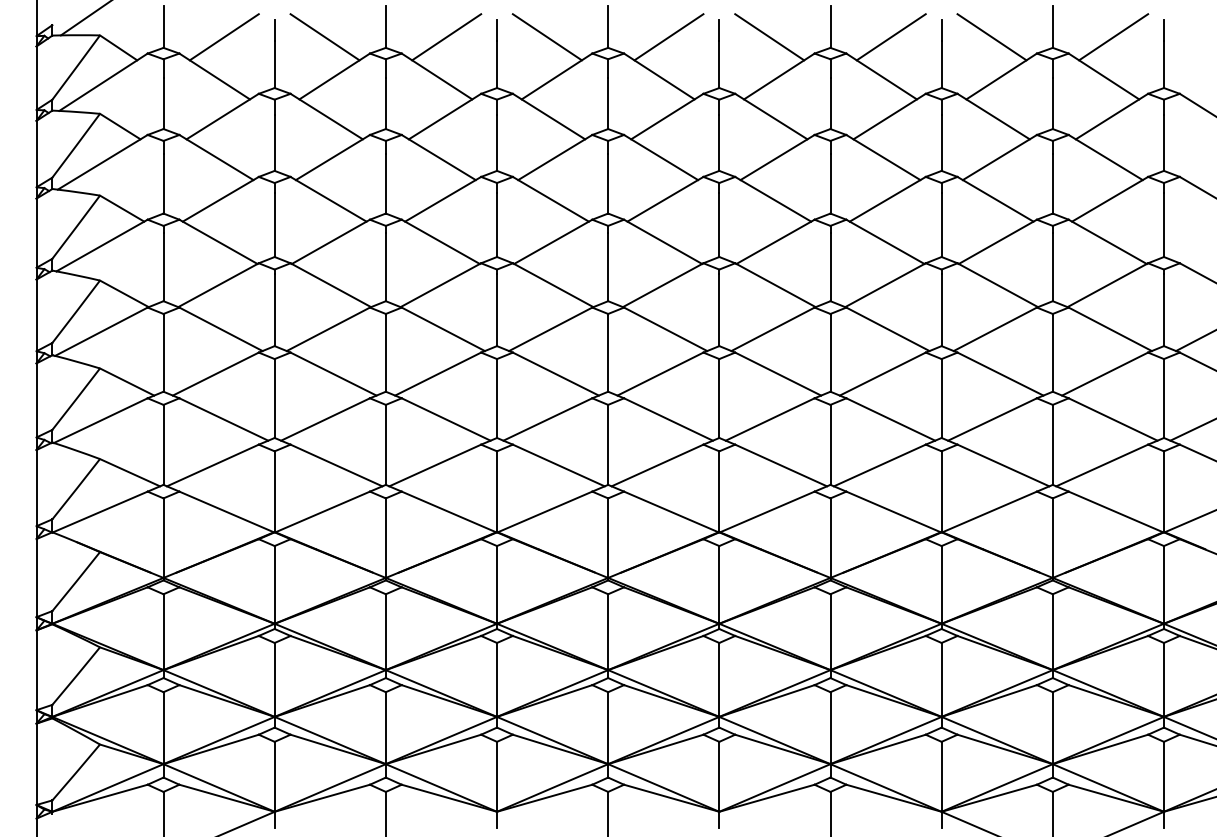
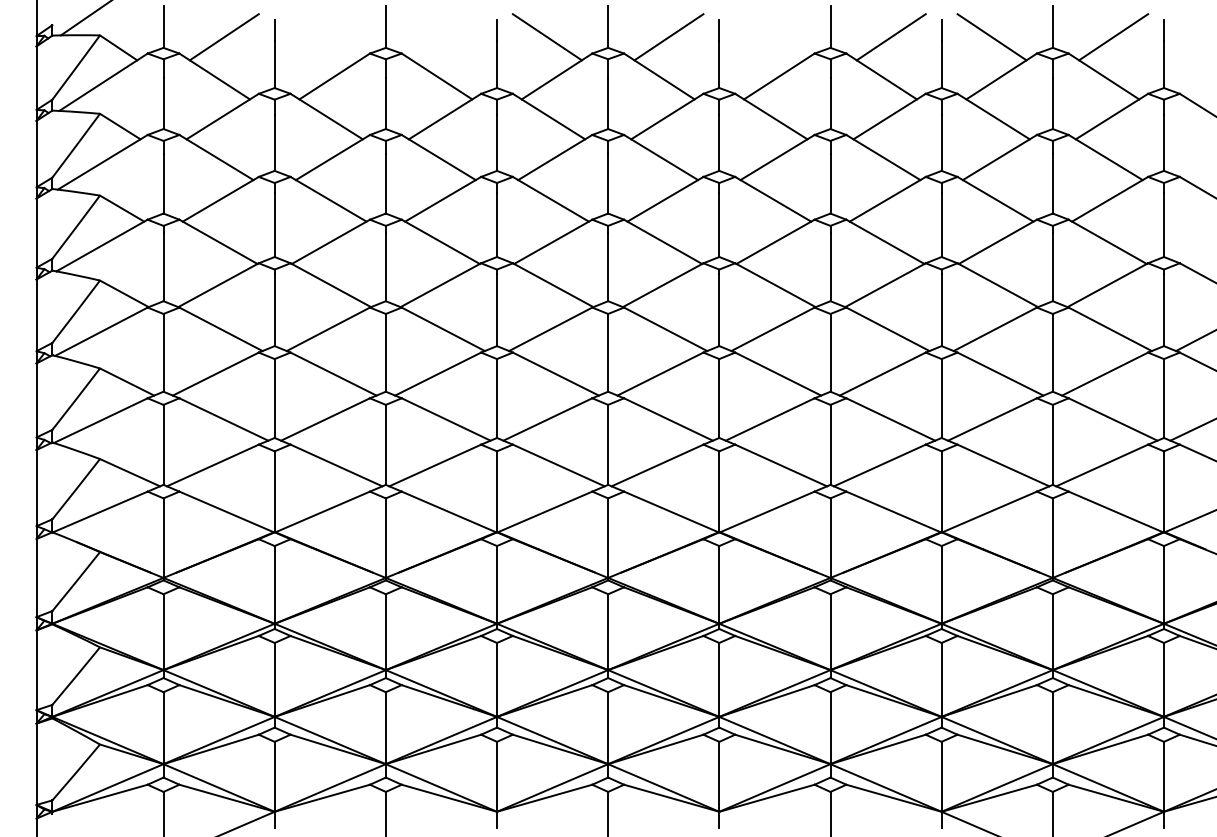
line at (324, 37): present -> none
line at (446, 37): present -> none
line at (769, 37): present -> none
